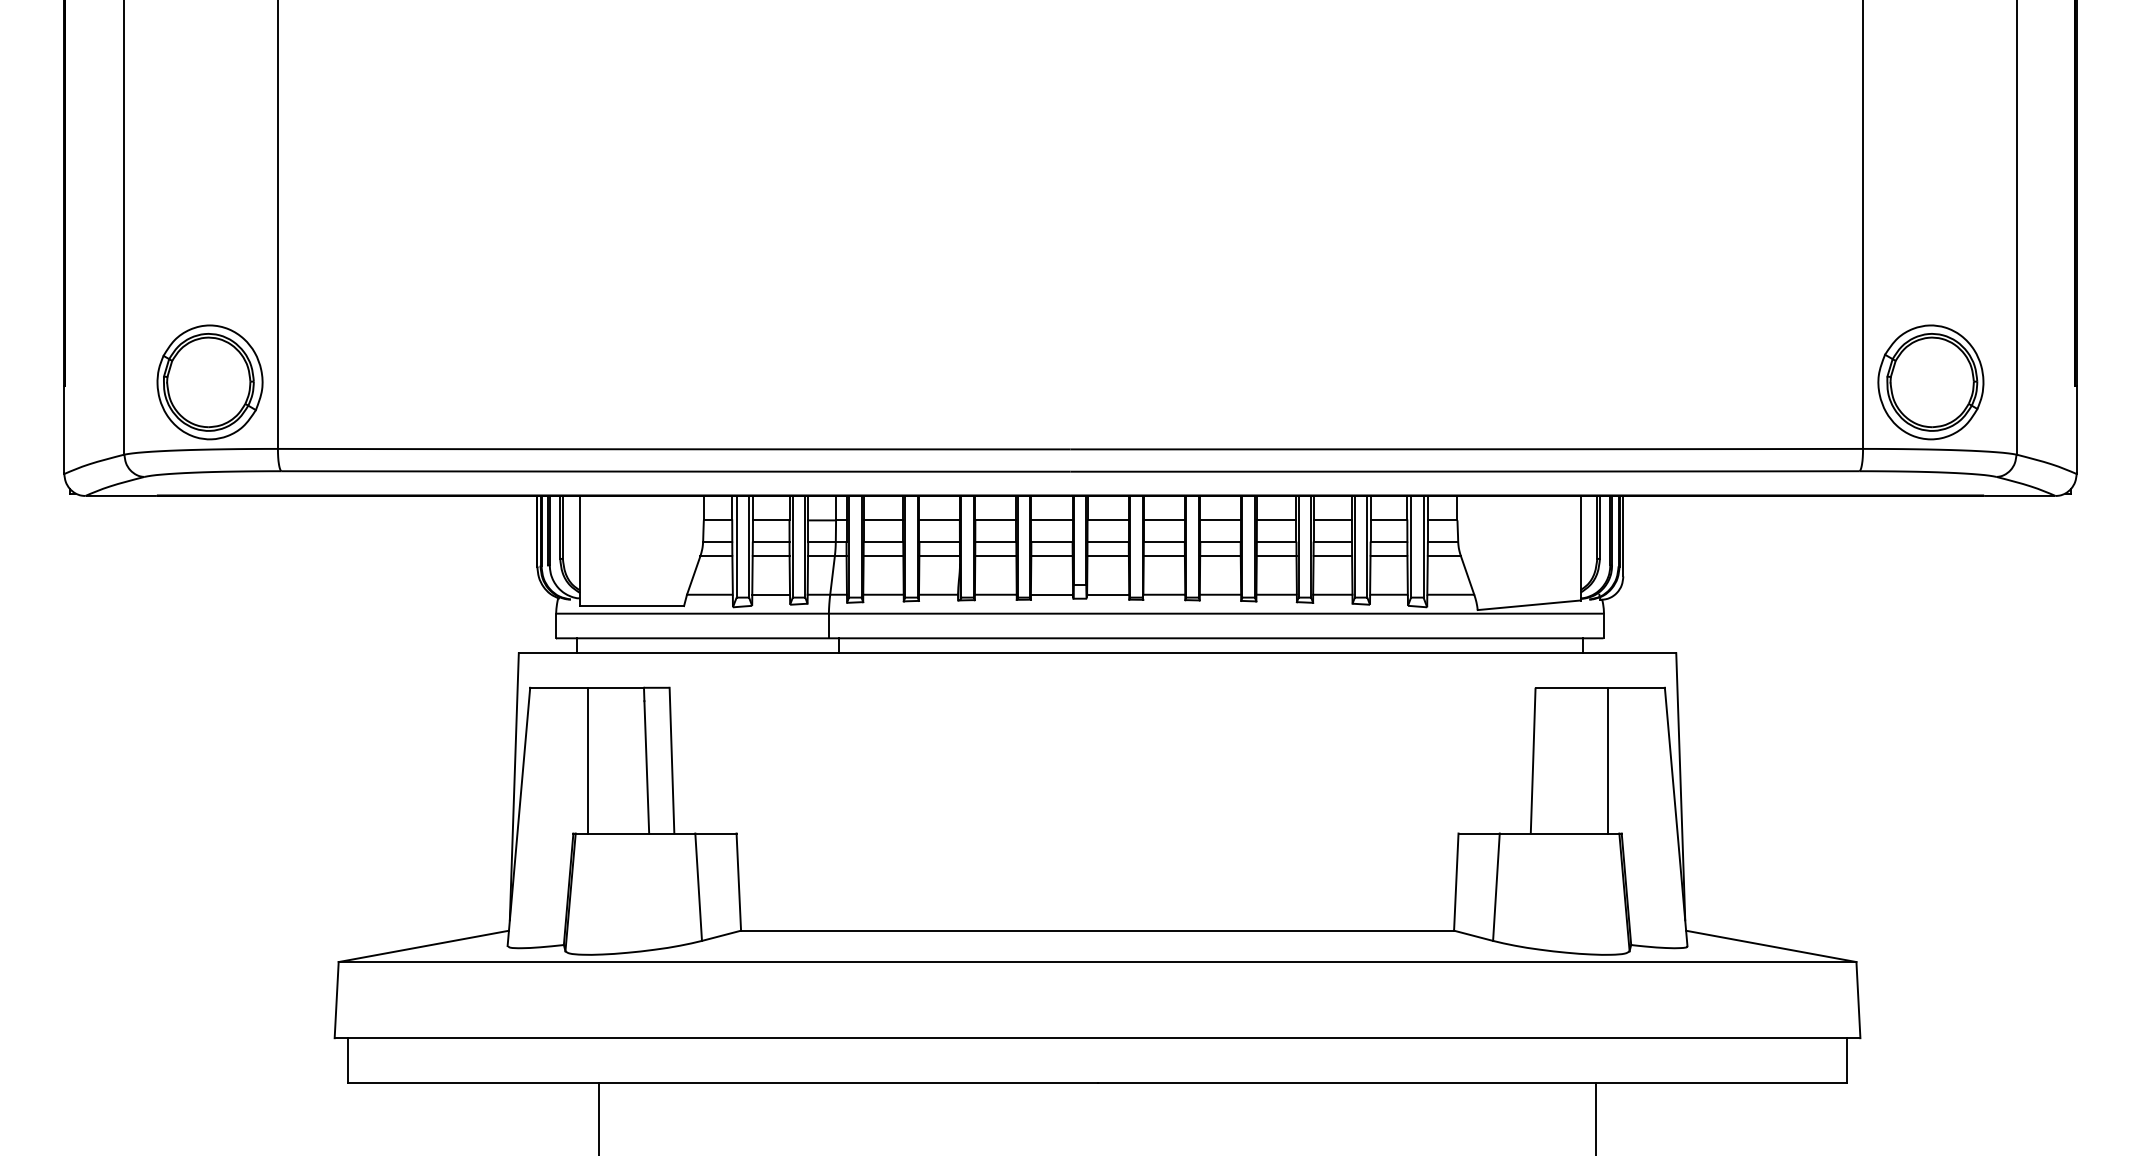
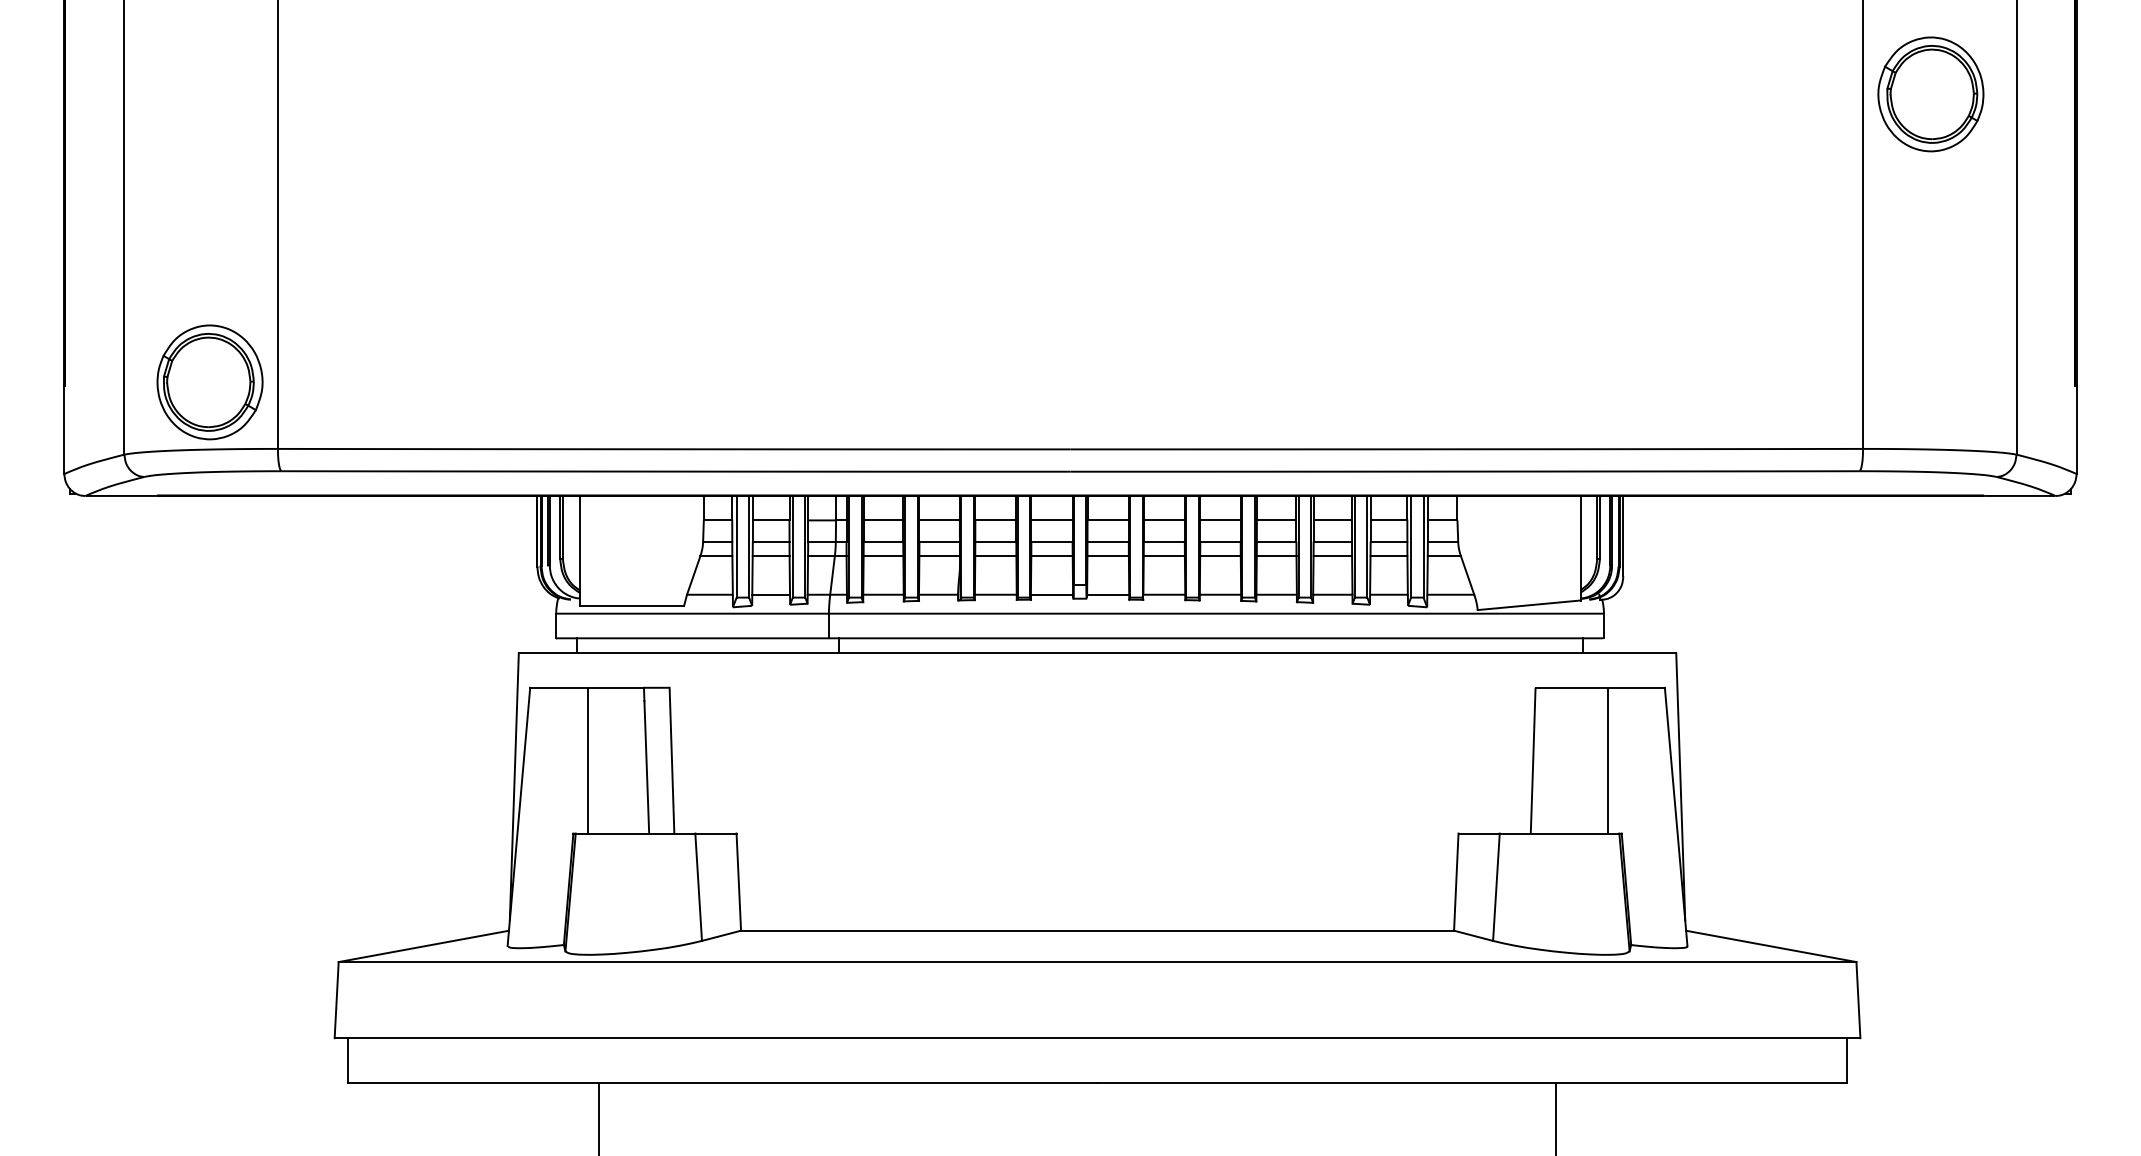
part at (1930, 382) position: (1930, 382) -> (1930, 94)
line at (1596, 1117) position: (1596, 1117) -> (1556, 1117)
